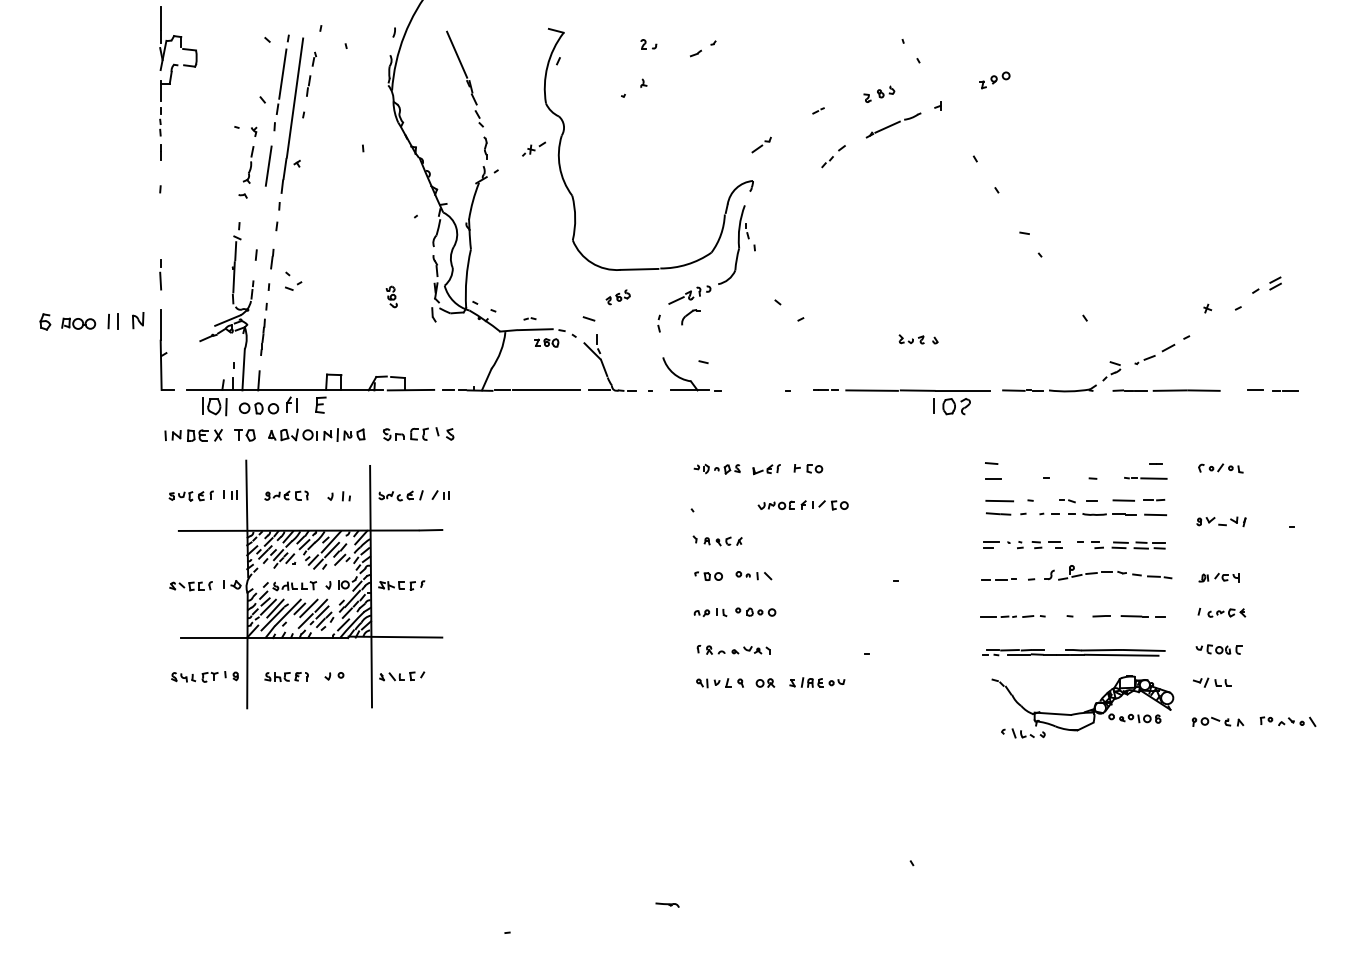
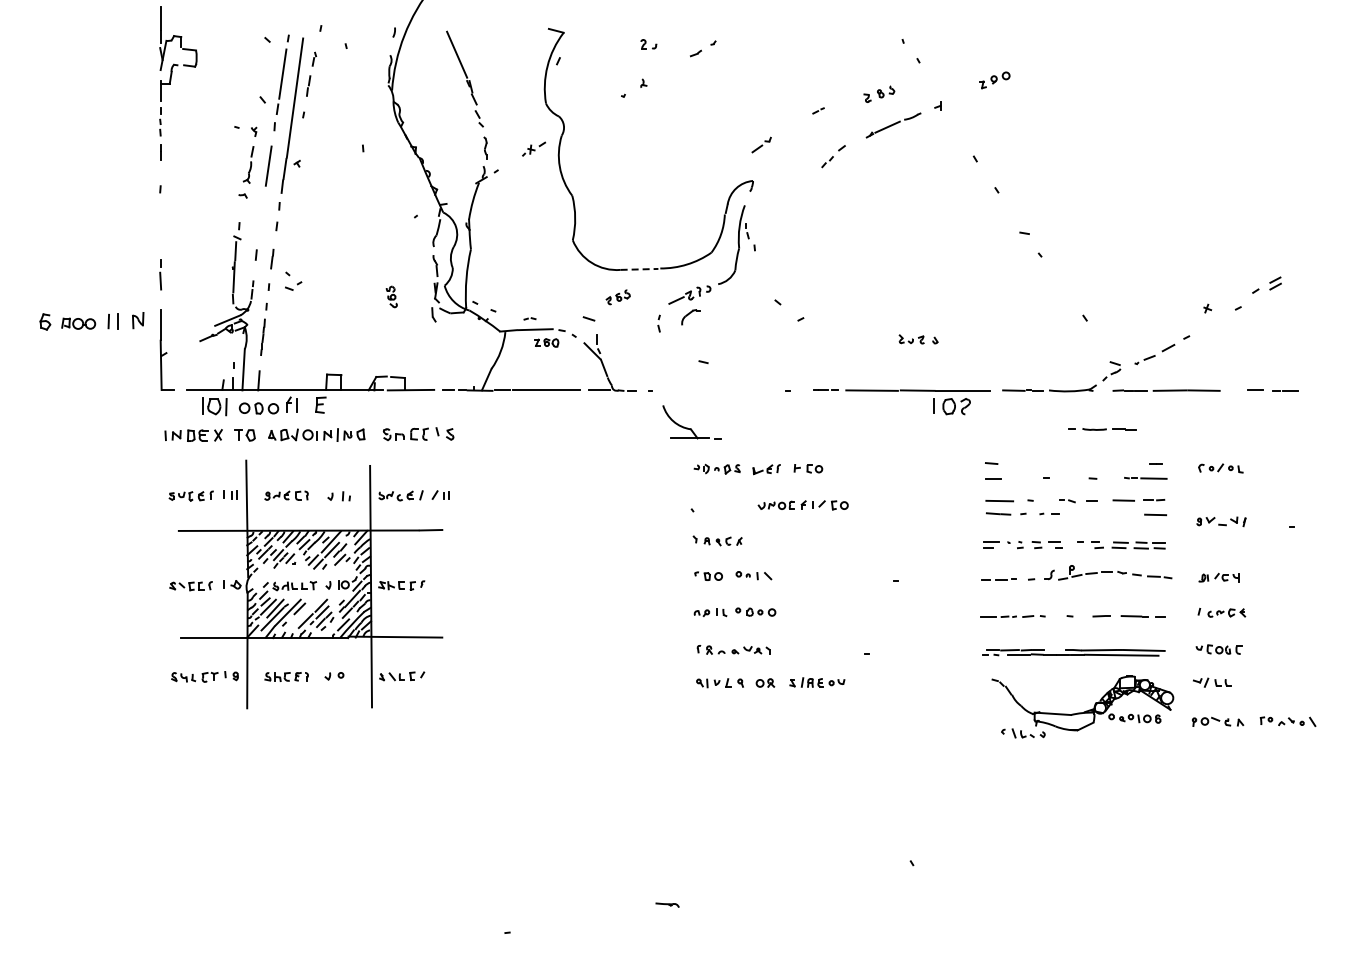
line at (639, 269): solid -> dashed
part at (691, 374) position: (691, 374) -> (691, 422)
part at (1102, 514) position: (1102, 514) -> (1102, 429)
line at (308, 608): present -> none
